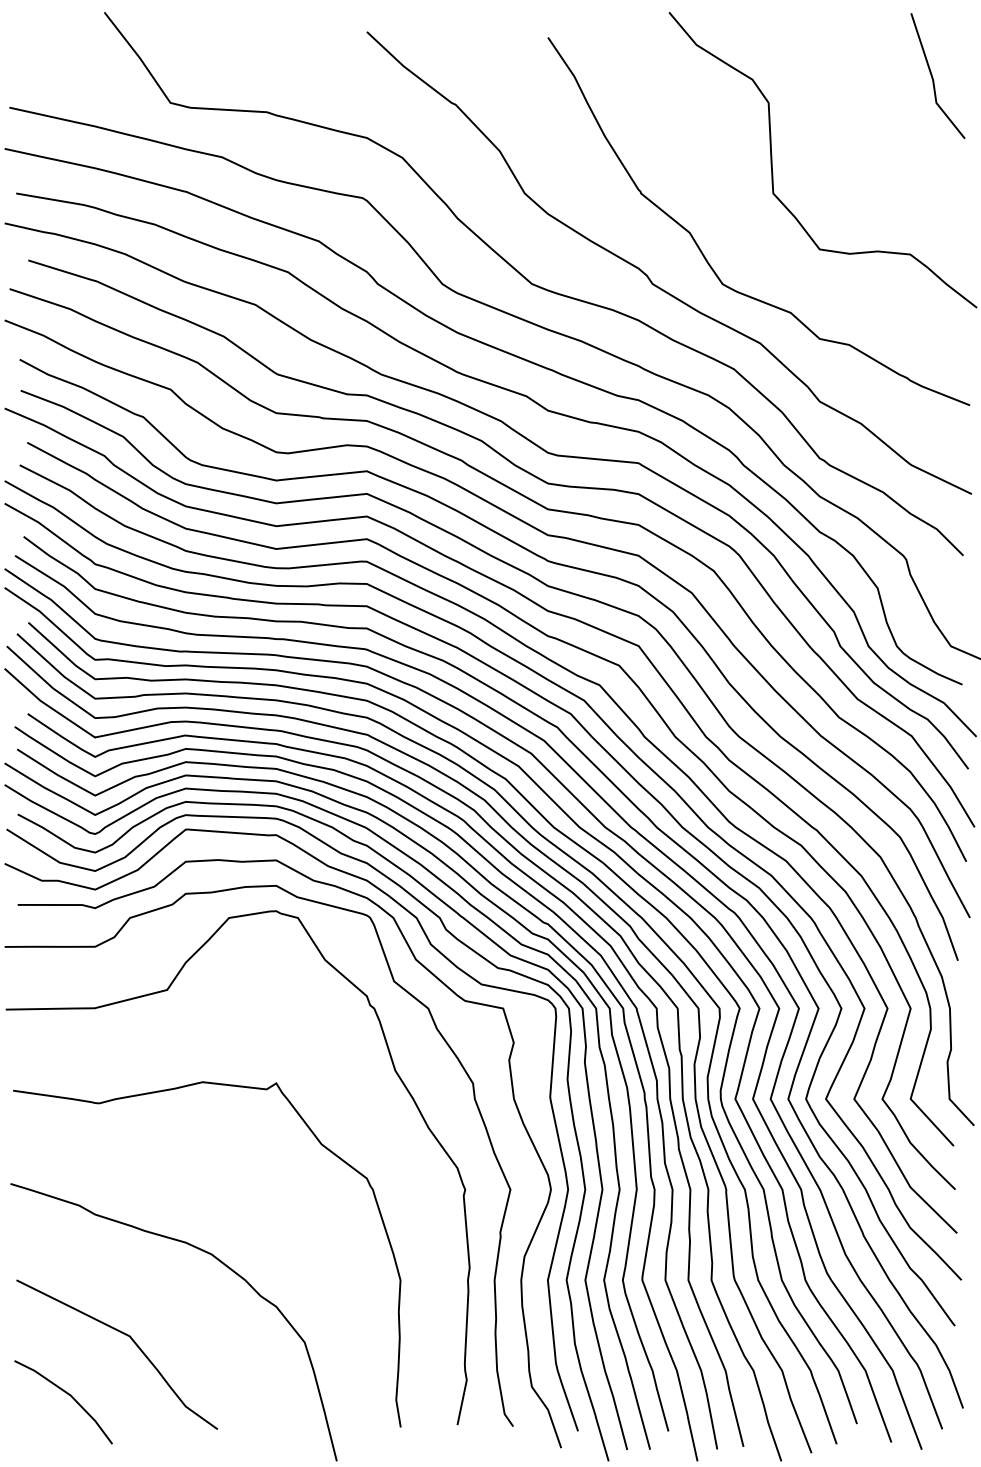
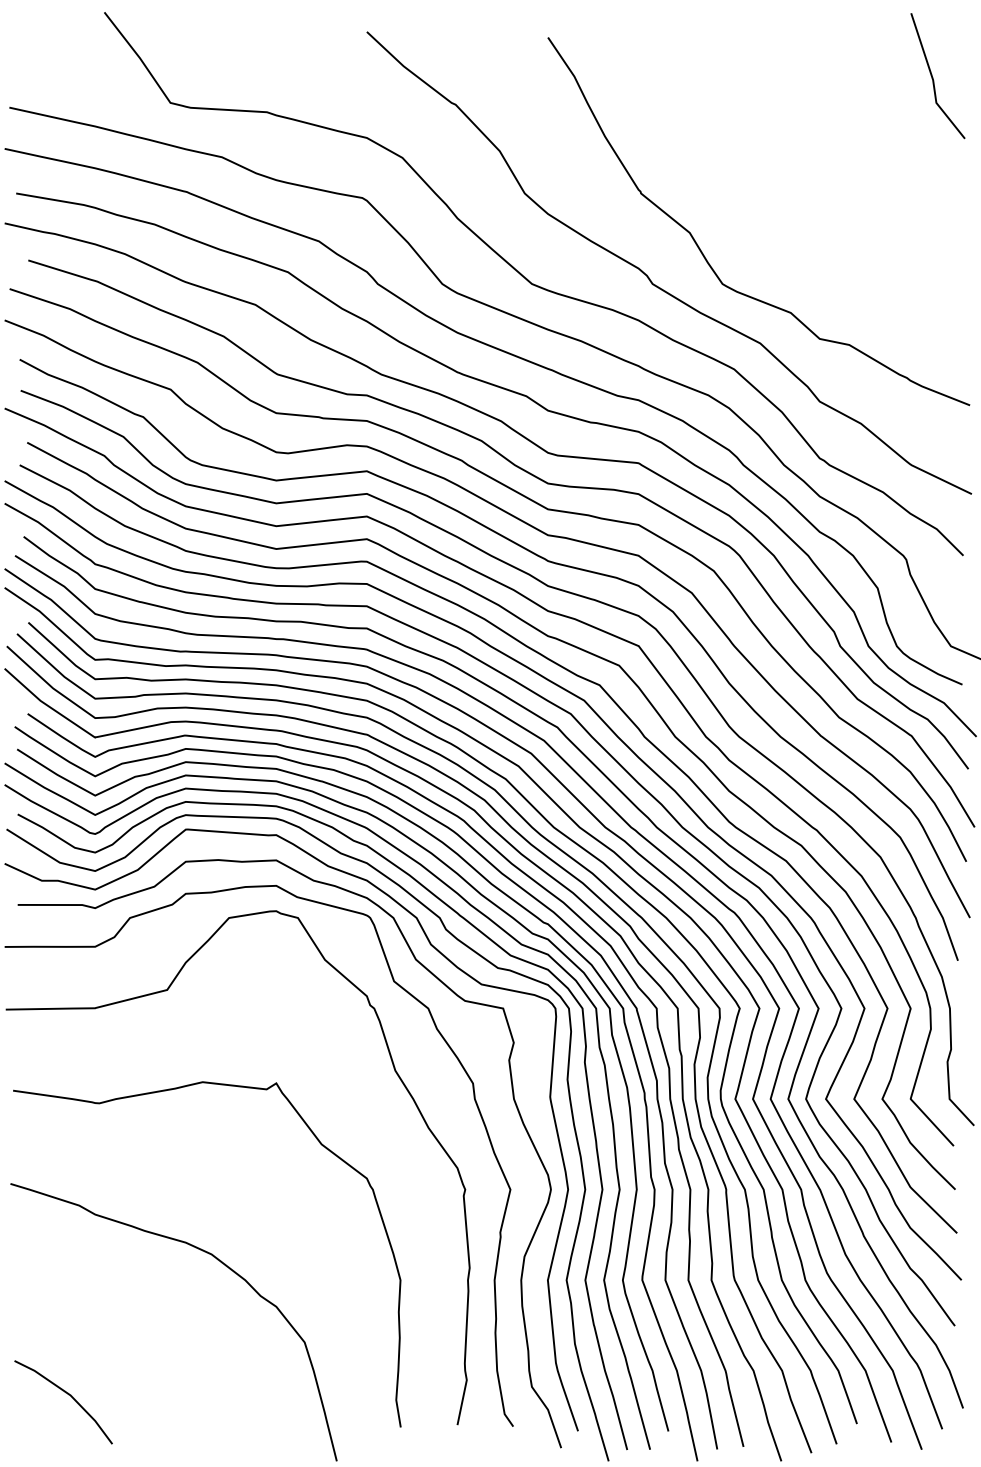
curve at (772, 160): present -> none
curve at (131, 1340): present -> none
